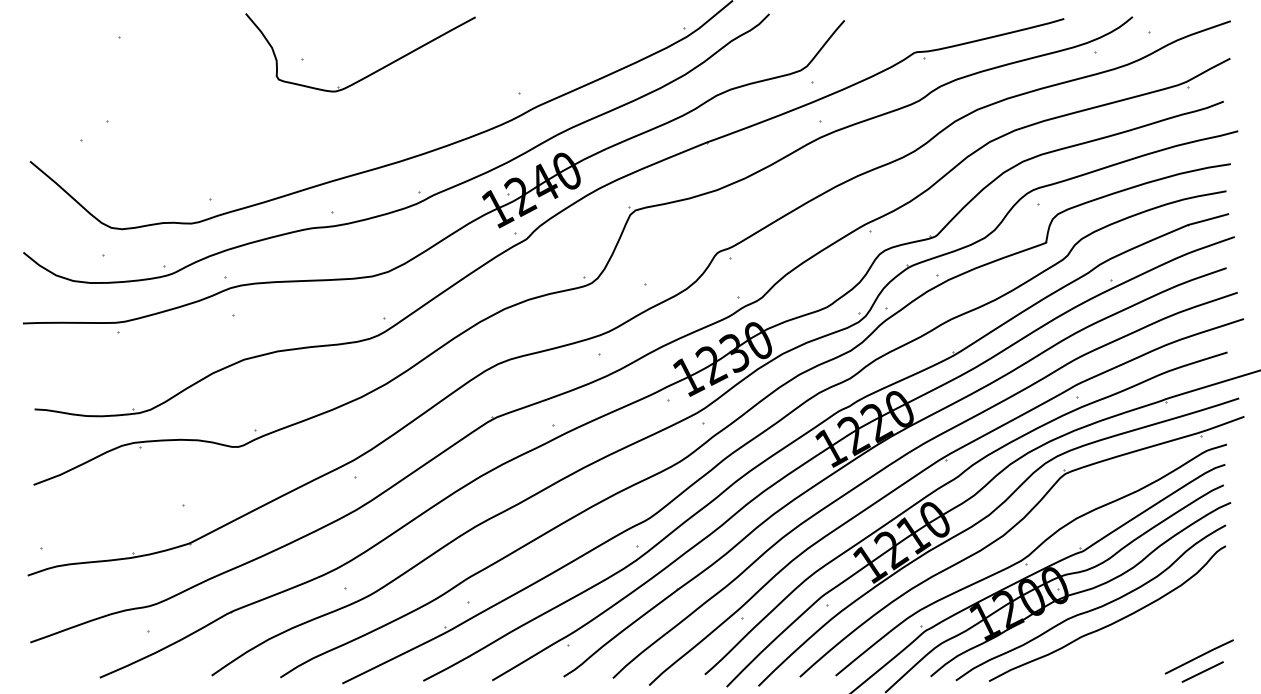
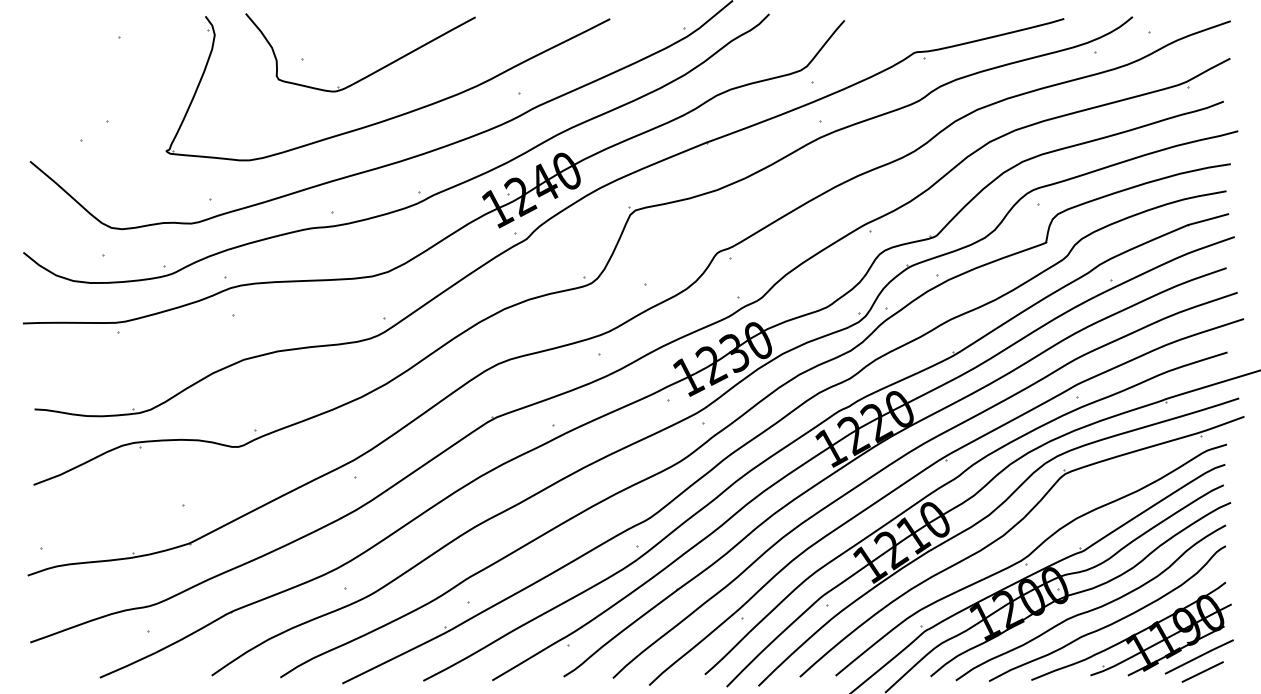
part at (396, 115): none -> present
part at (1131, 630): none -> present
